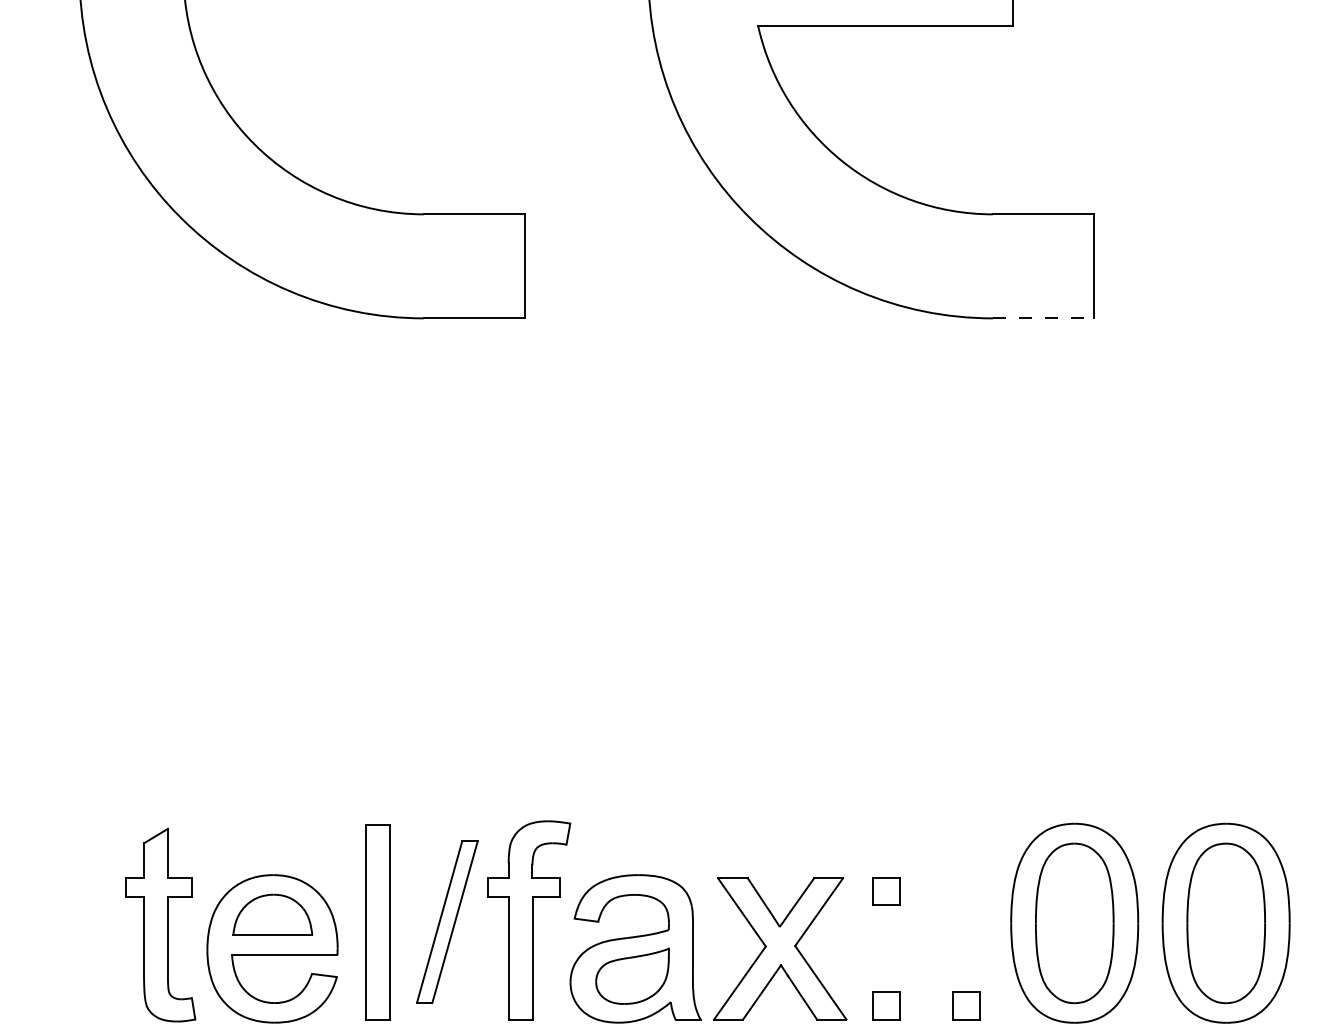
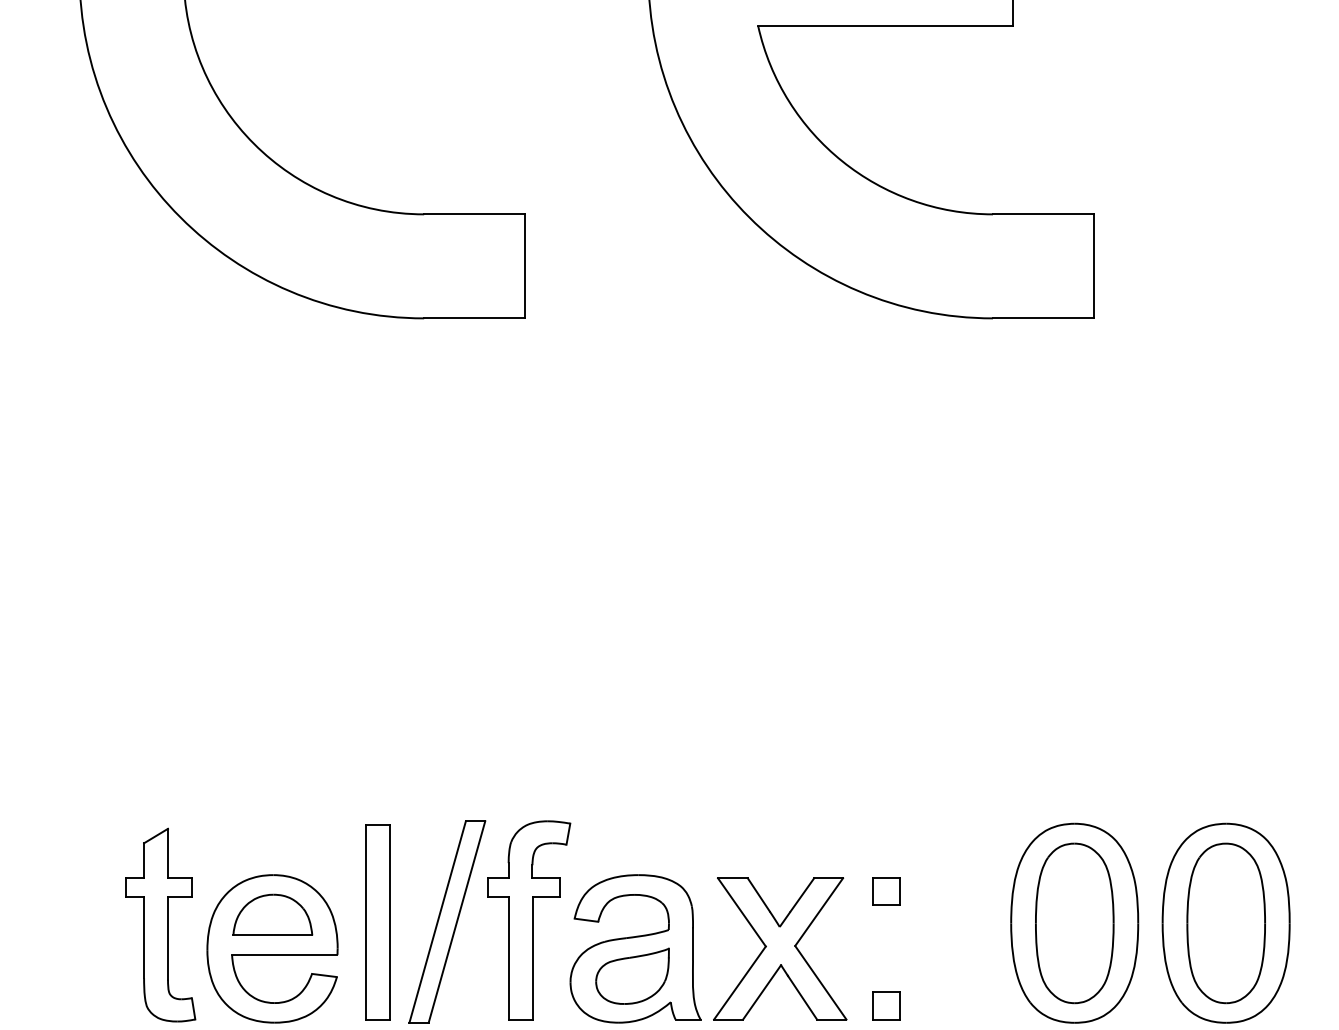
line at (1043, 318): dashed -> solid
part at (447, 921) size: 63x164 px -> 79x204 px
part at (966, 1005): present -> none
